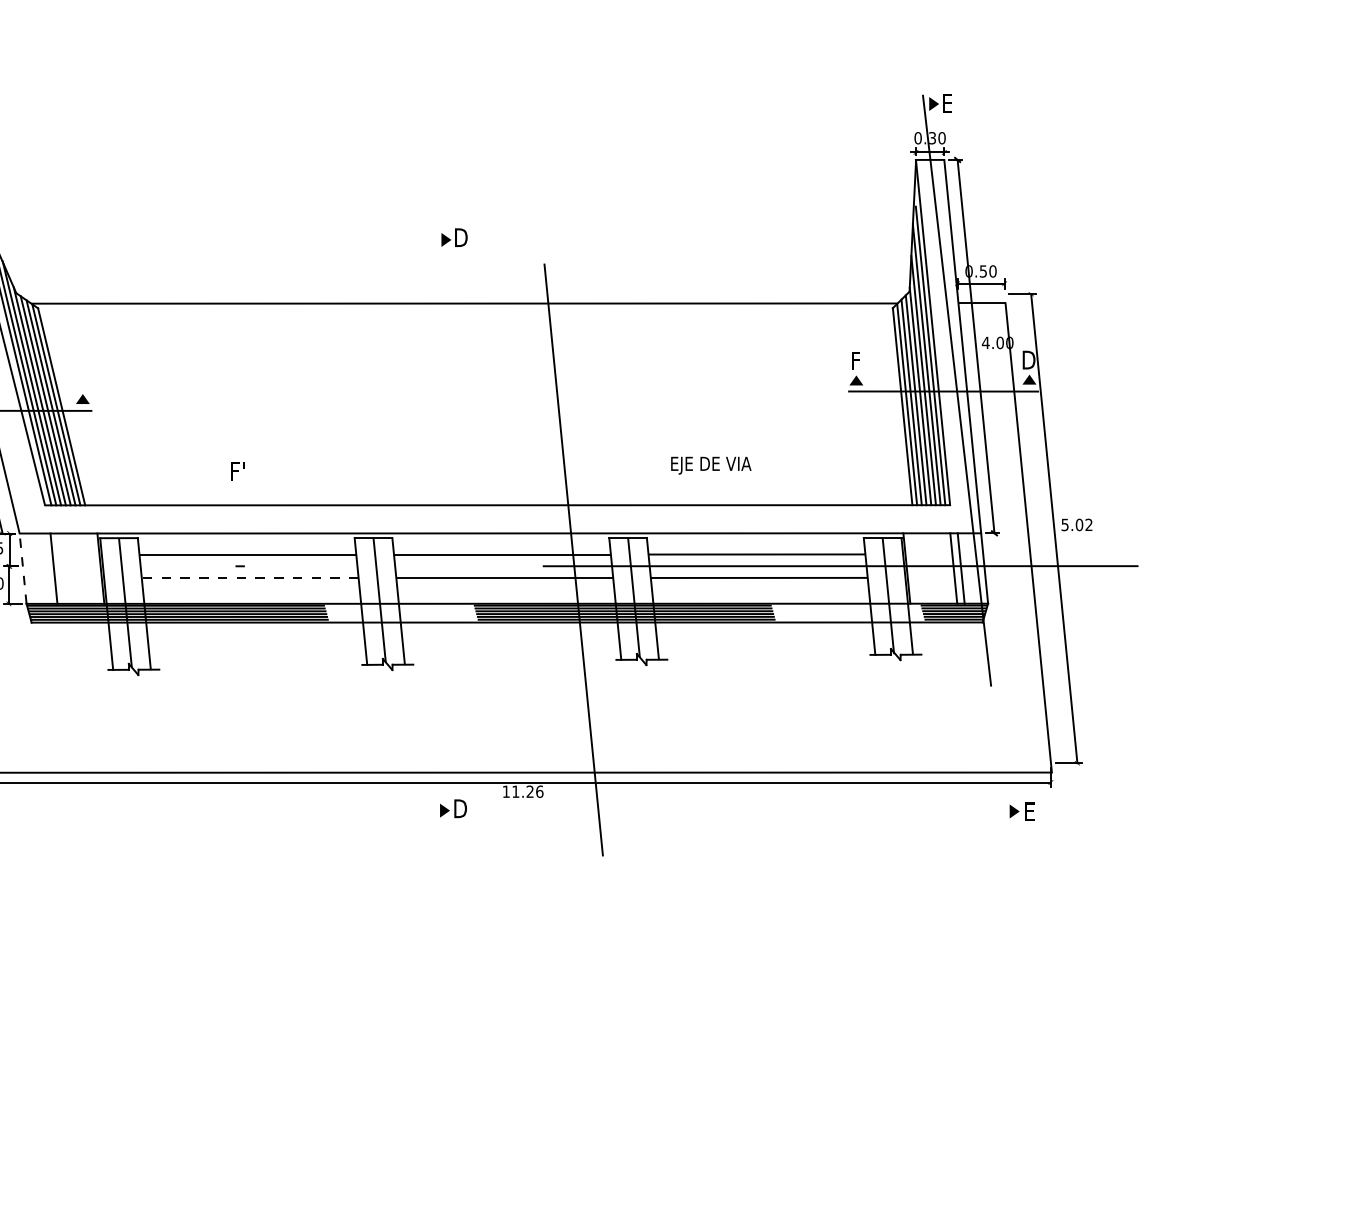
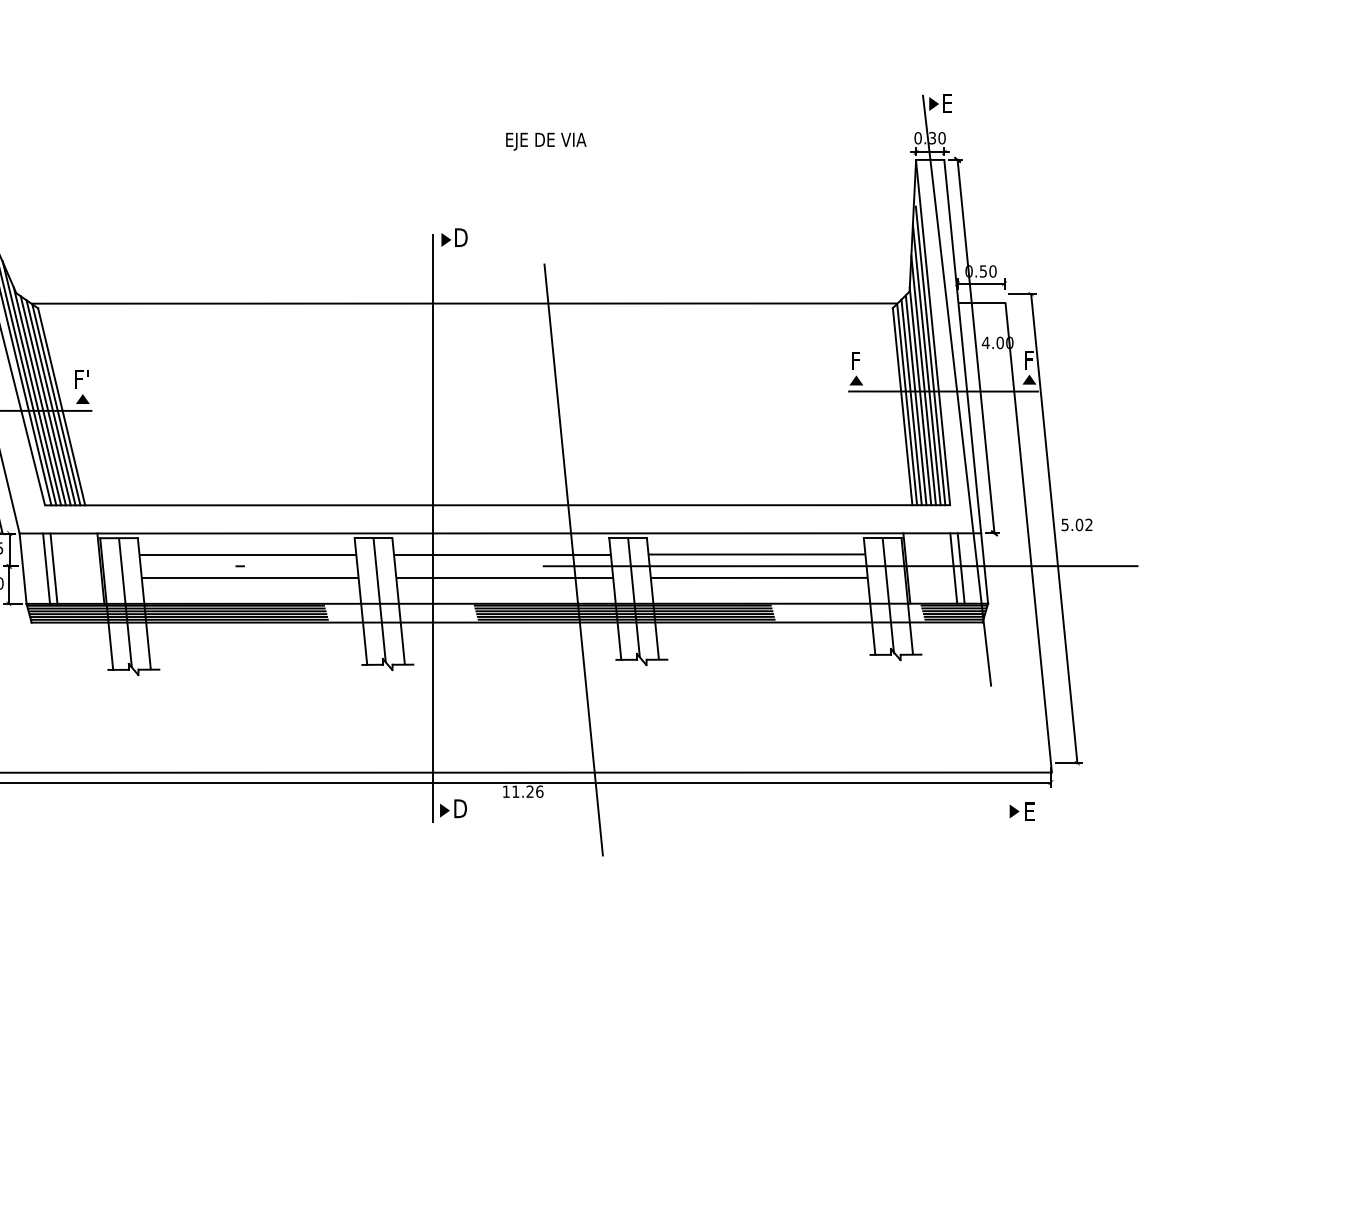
text at (1028, 359): D -> F
text at (711, 465) position: (711, 465) -> (546, 141)
text at (237, 471) position: (237, 471) -> (81, 379)
line at (433, 528): none -> present
line at (23, 568): dashed -> solid
line at (46, 568): none -> present
line at (249, 577): dashed -> solid
